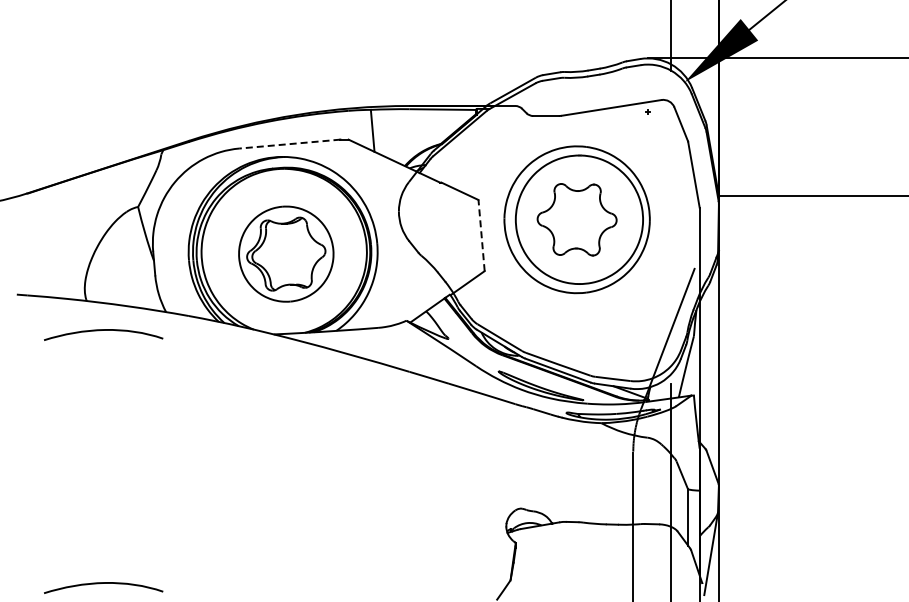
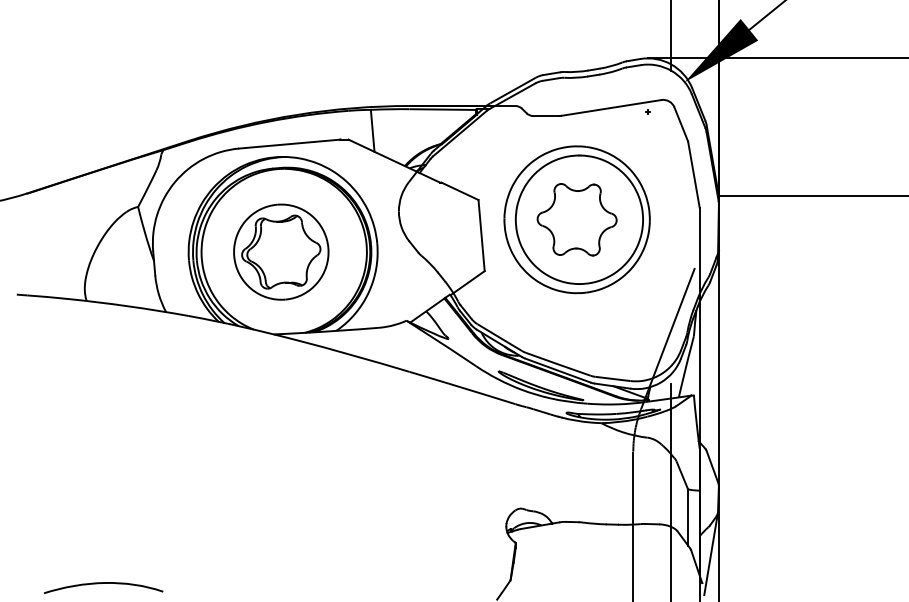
line at (289, 144): dashed -> solid
line at (481, 235): dashed -> solid
part at (286, 253) position: (286, 253) -> (281, 251)
curve at (103, 330): present -> none
